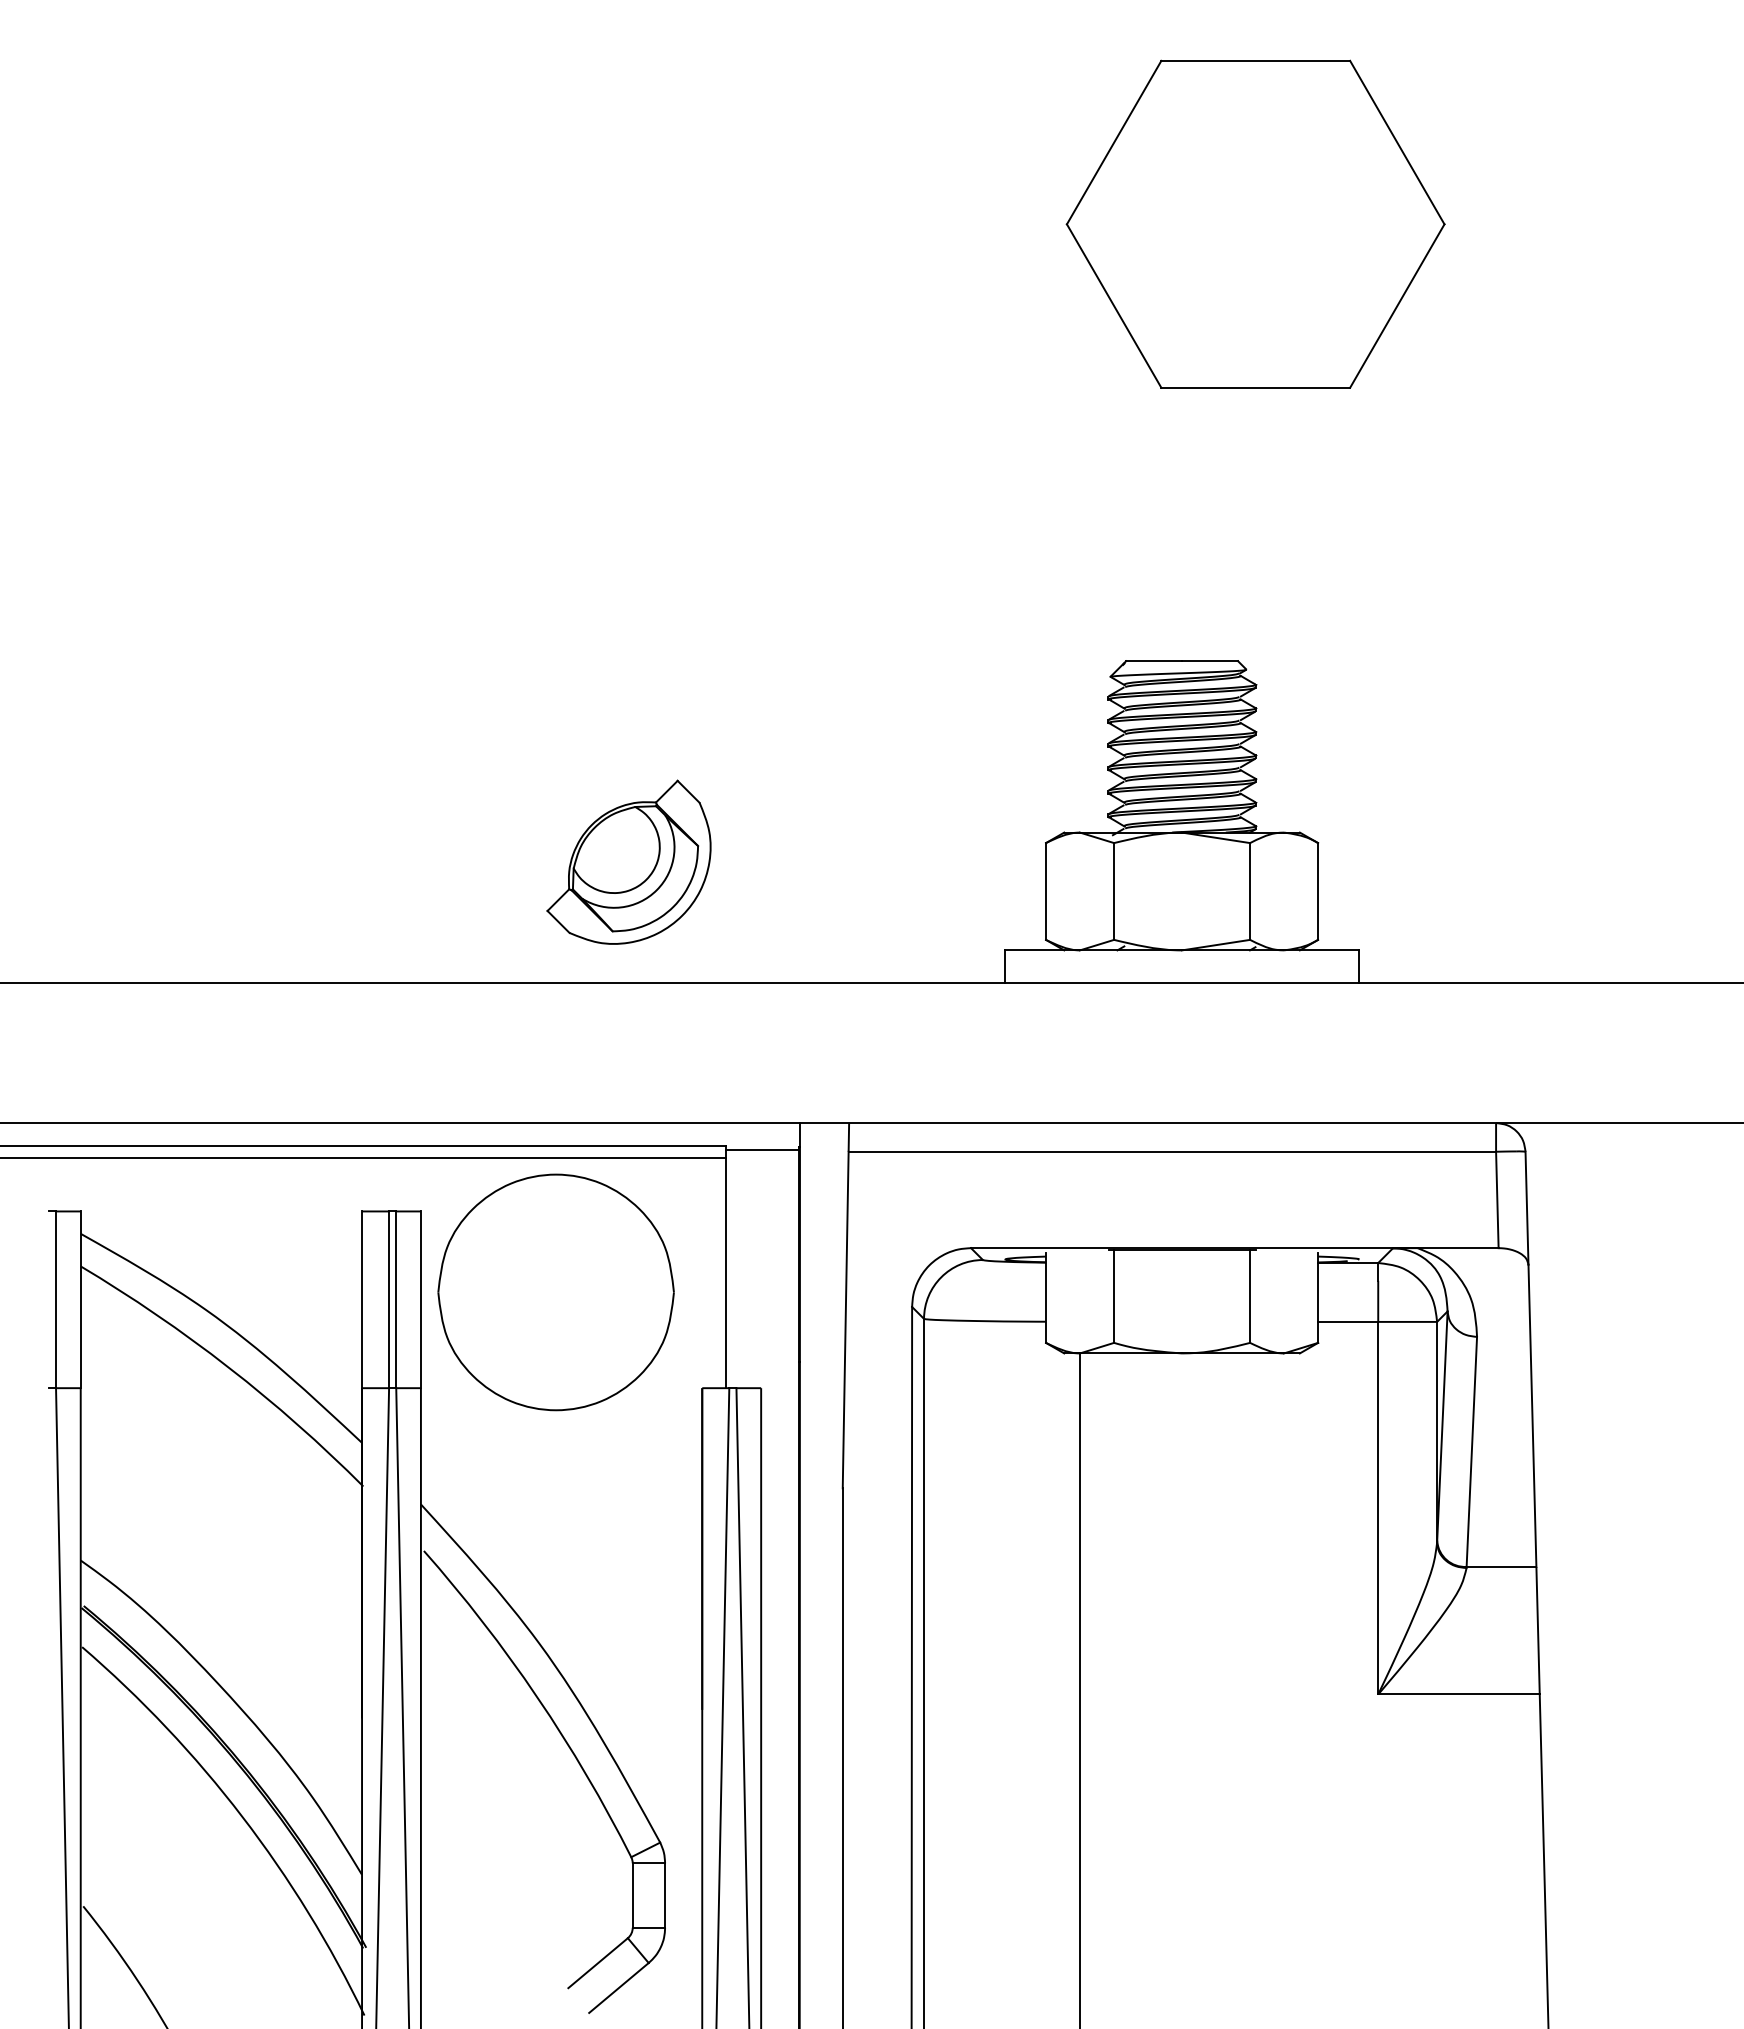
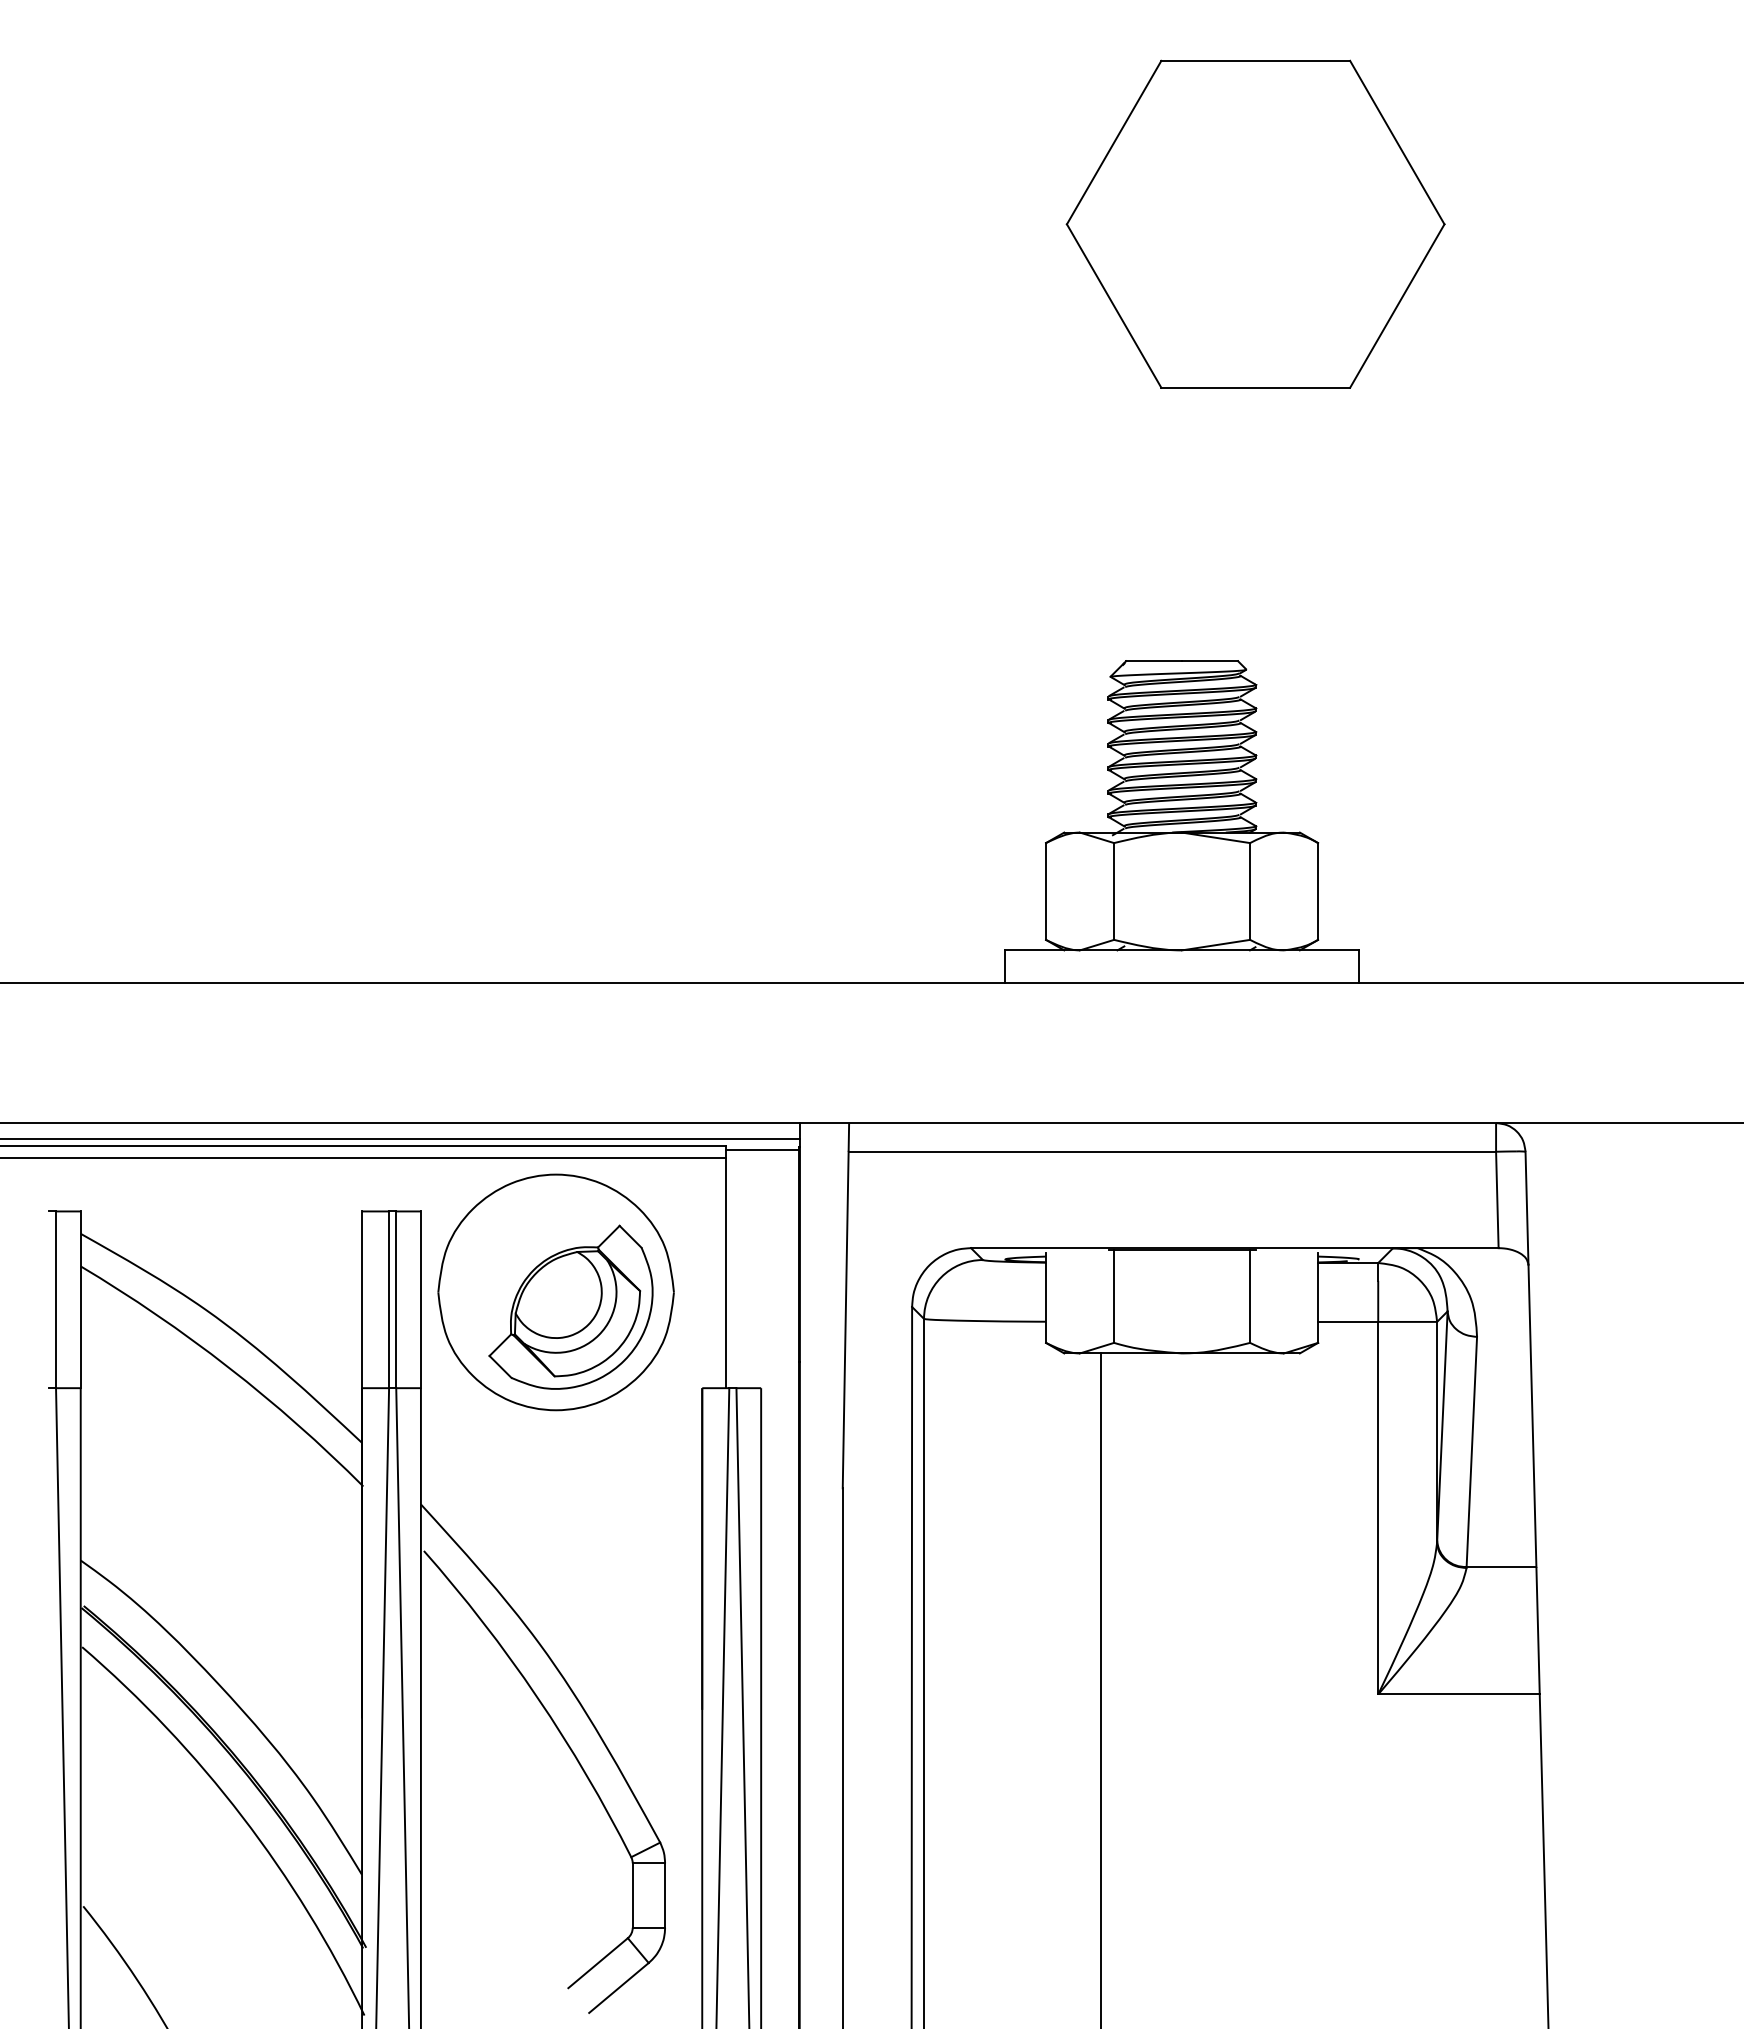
part at (628, 861) position: (628, 861) -> (570, 1306)
line at (400, 1139): none -> present
line at (1079, 1689) position: (1079, 1689) -> (1100, 1689)
